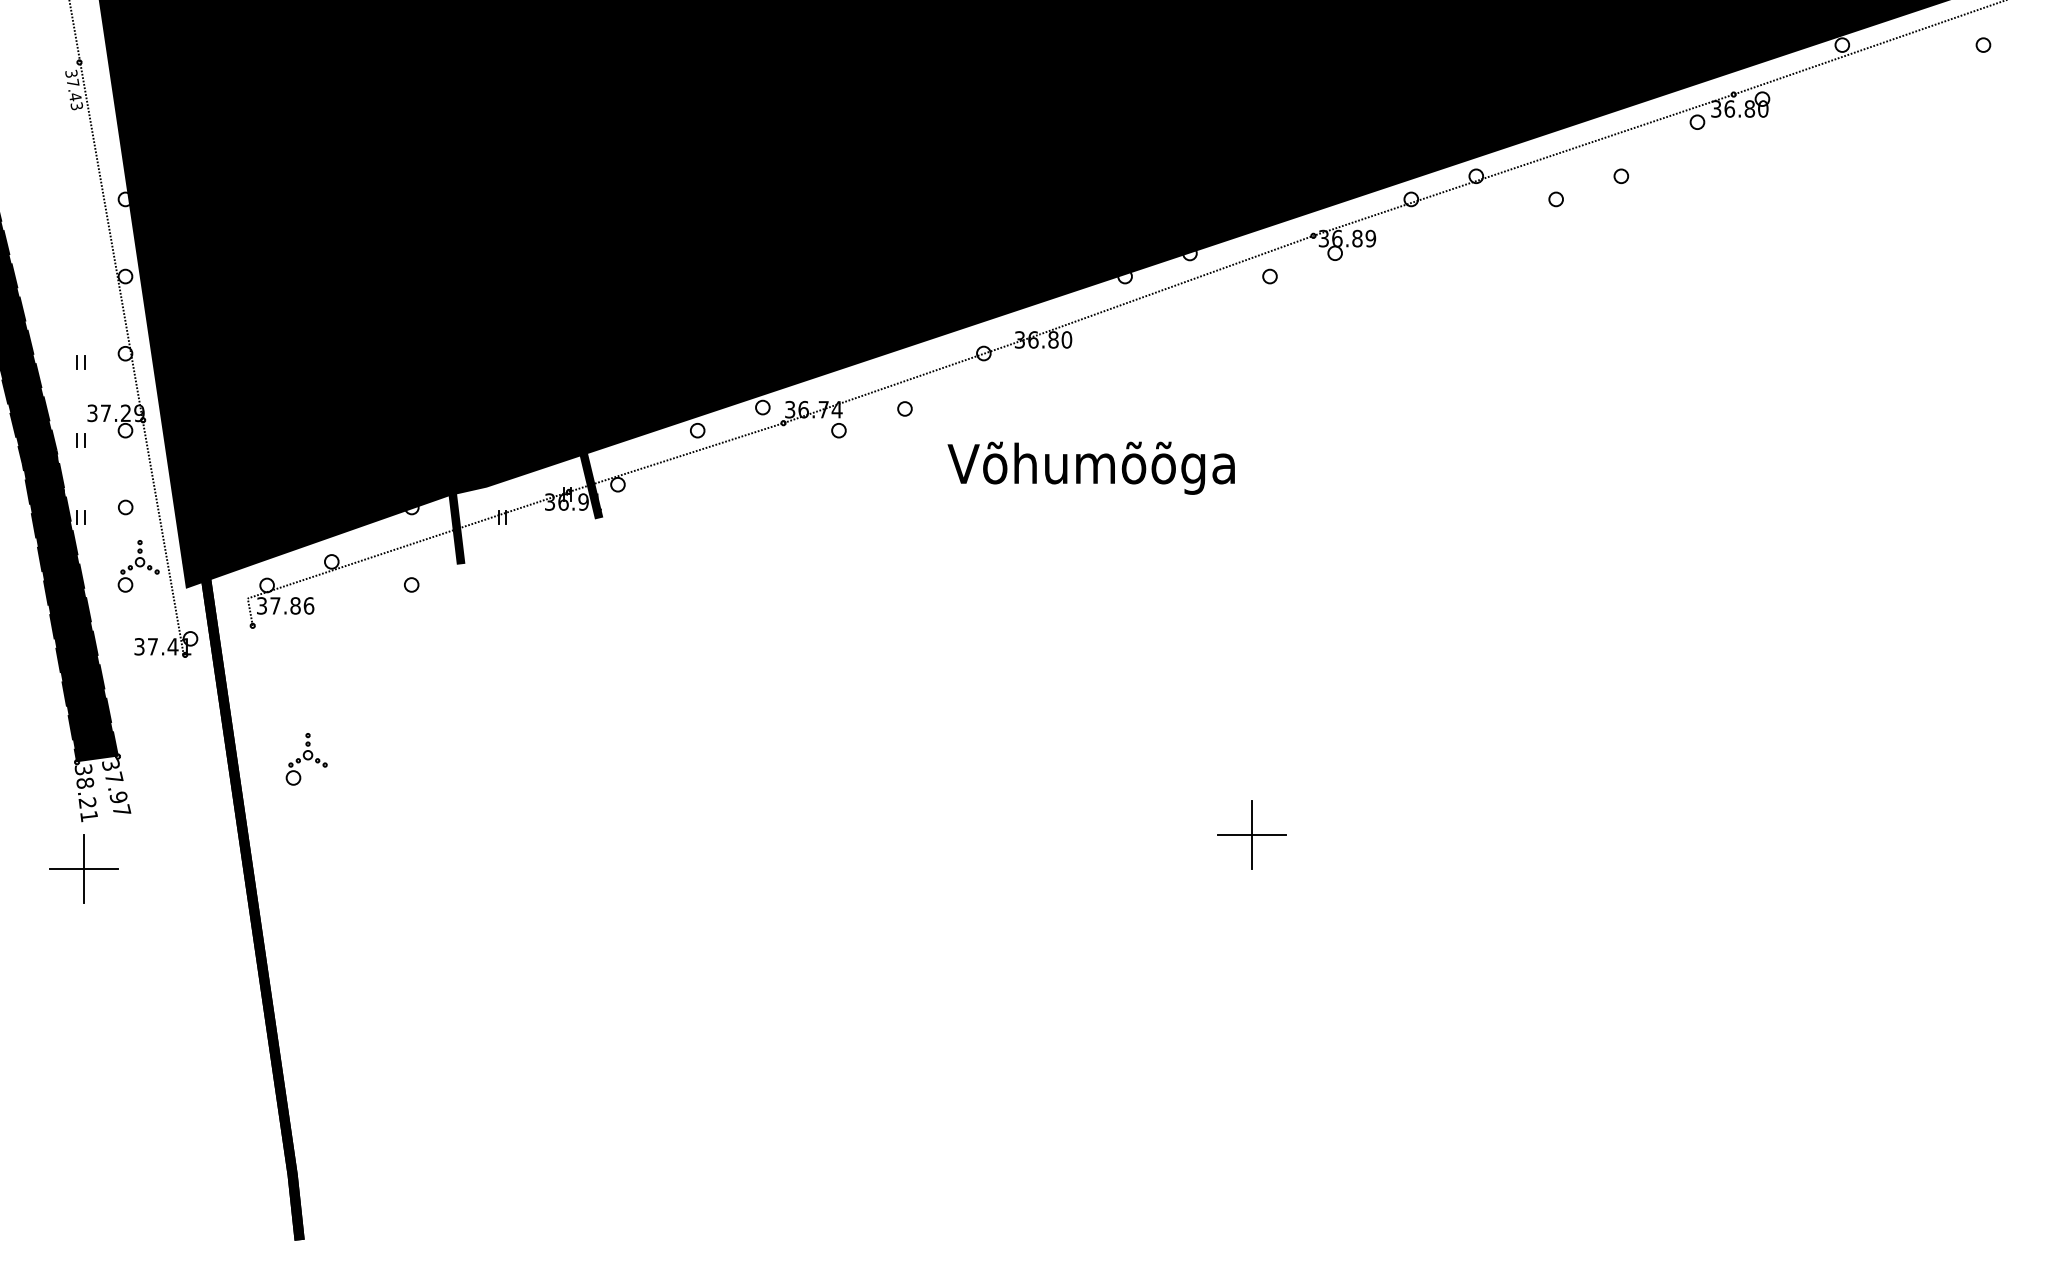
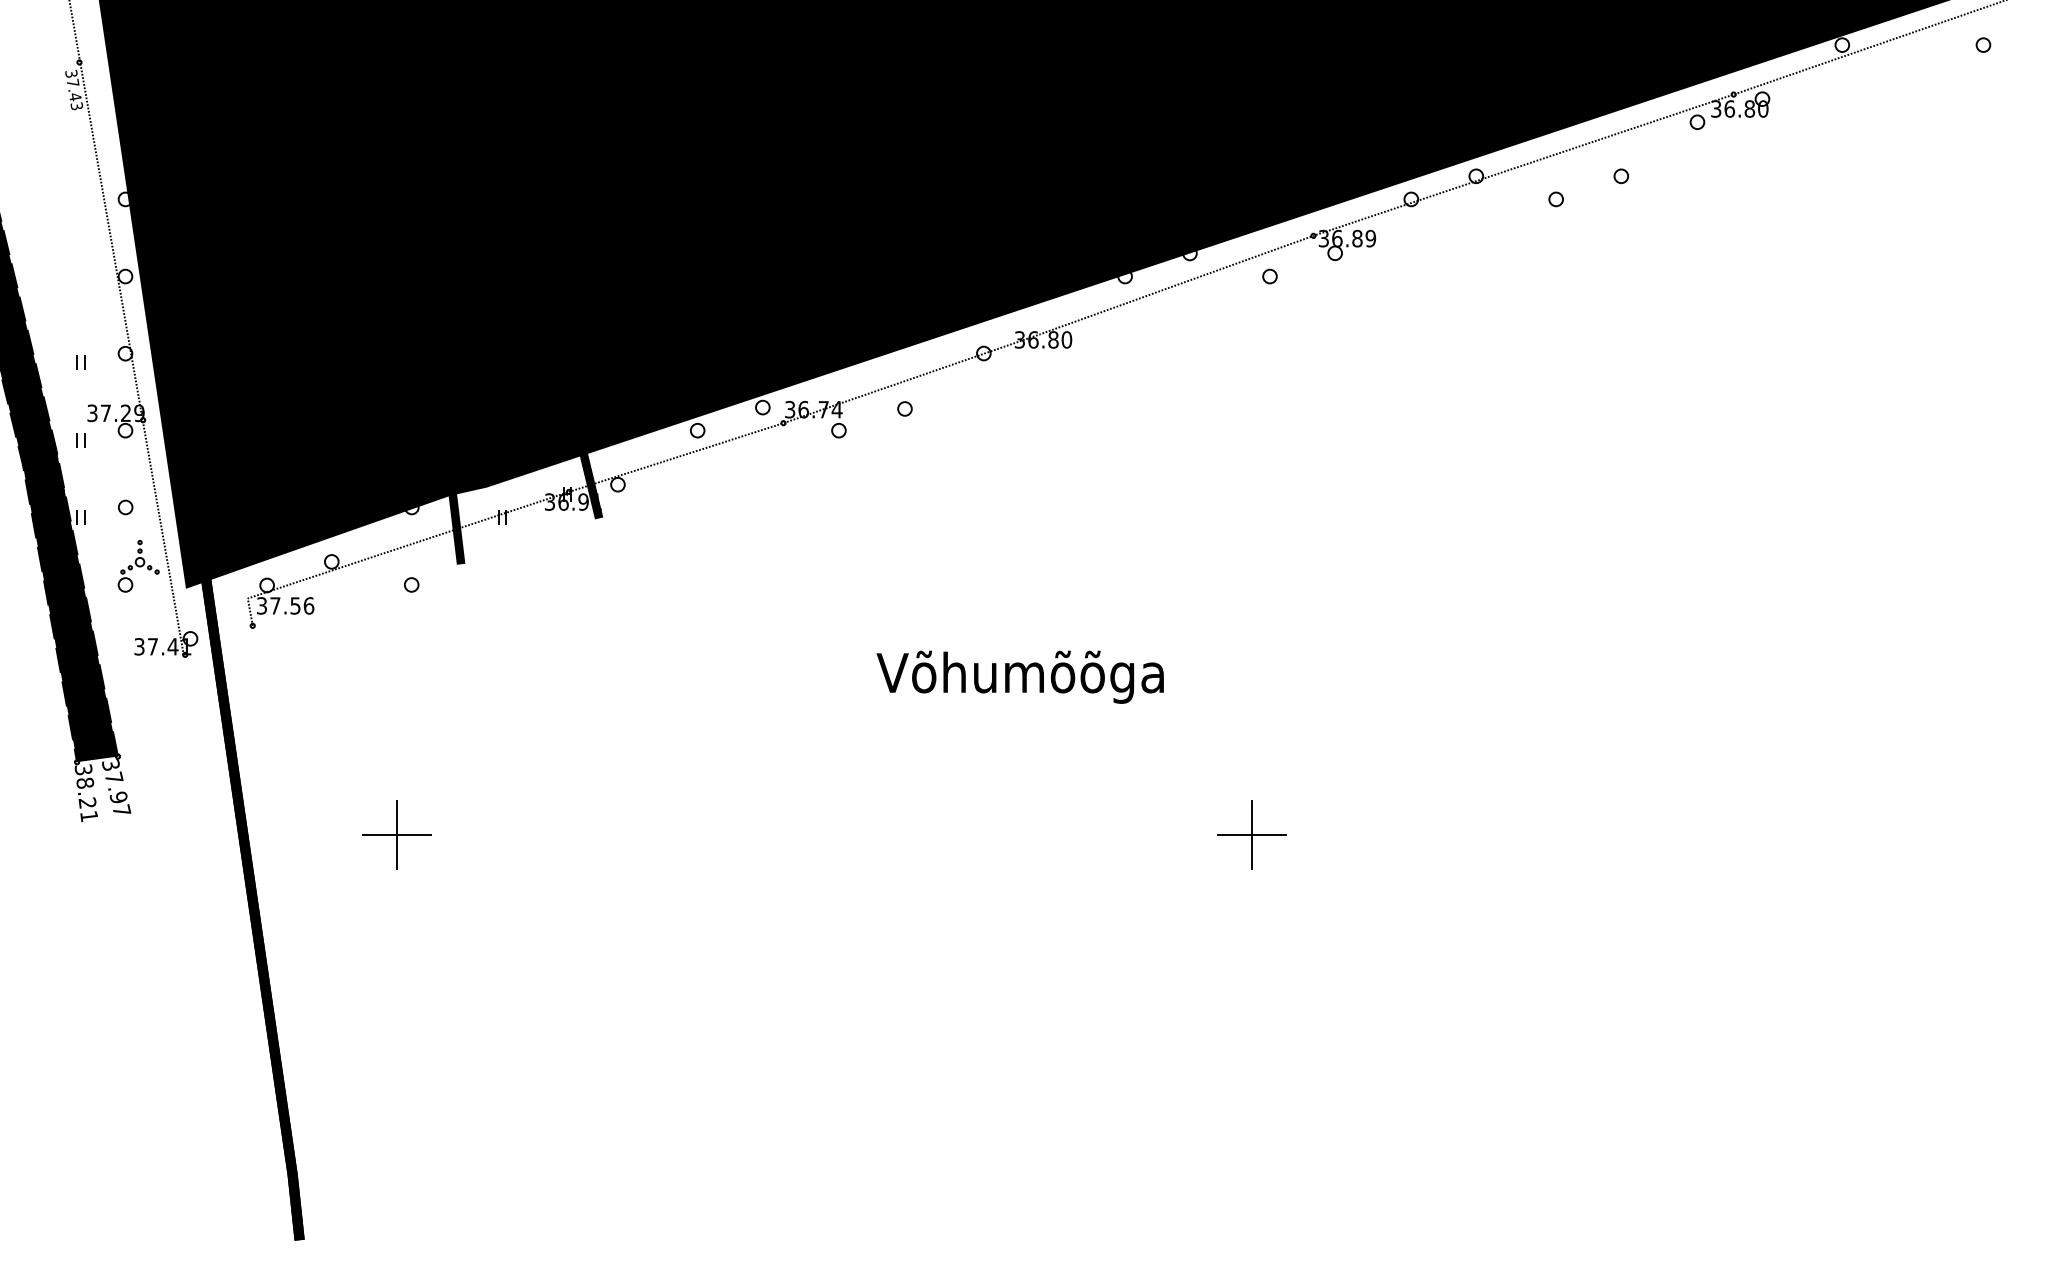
text at (1090, 467) position: (1090, 467) -> (1019, 676)
text at (295, 605): 37.86 -> 37.56
part at (306, 759): present -> none
part at (83, 868) position: (83, 868) -> (396, 834)
